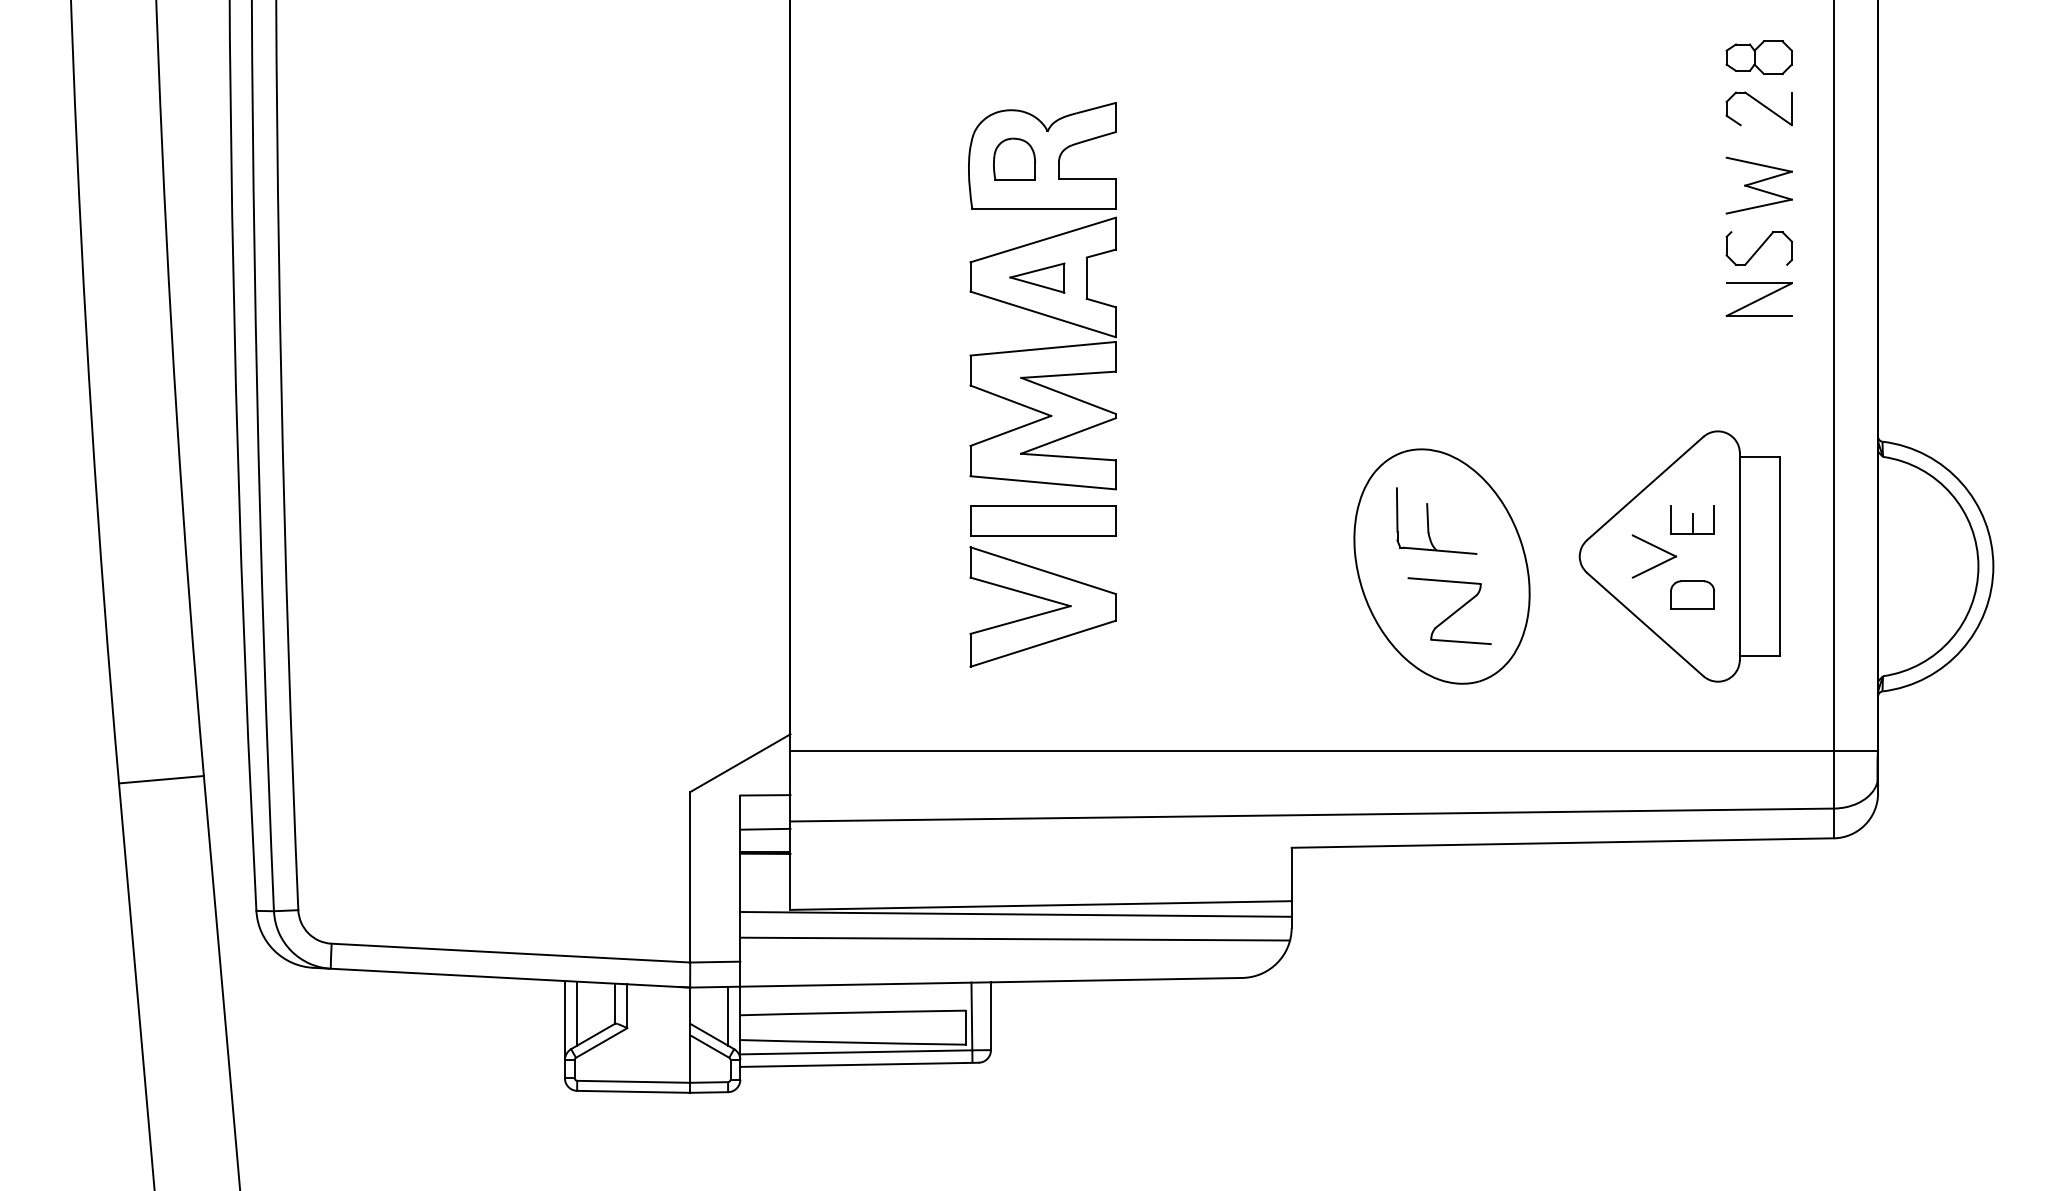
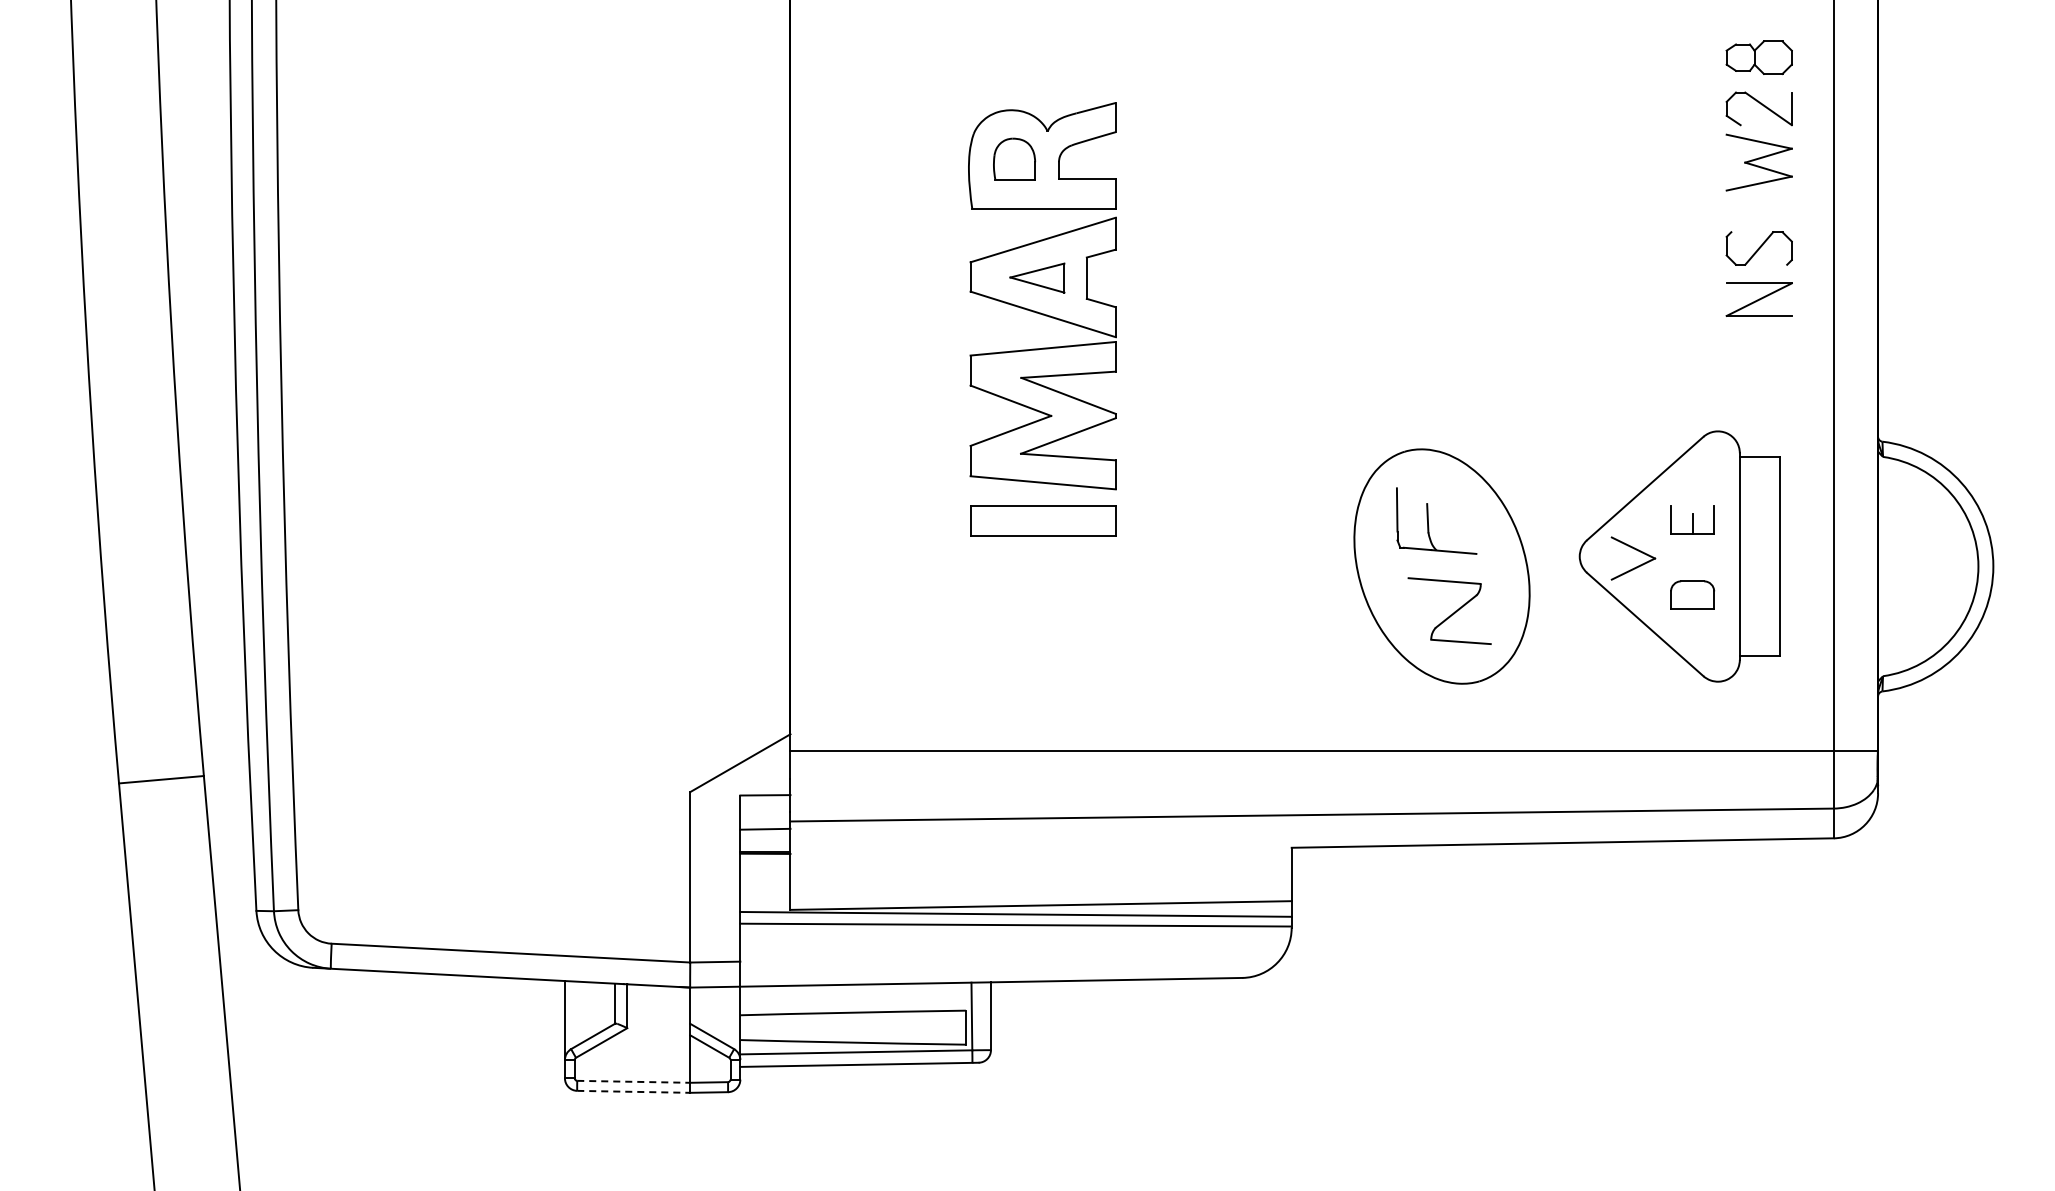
part at (1758, 185) position: (1758, 185) -> (1758, 162)
part at (1657, 548) position: (1657, 548) -> (1636, 550)
part at (1043, 612): present -> none
line at (1015, 938) position: (1015, 938) -> (1015, 924)
line at (577, 1013): present -> none
line at (728, 1015): present -> none
line at (633, 1081): solid -> dashed
line at (633, 1091): solid -> dashed
